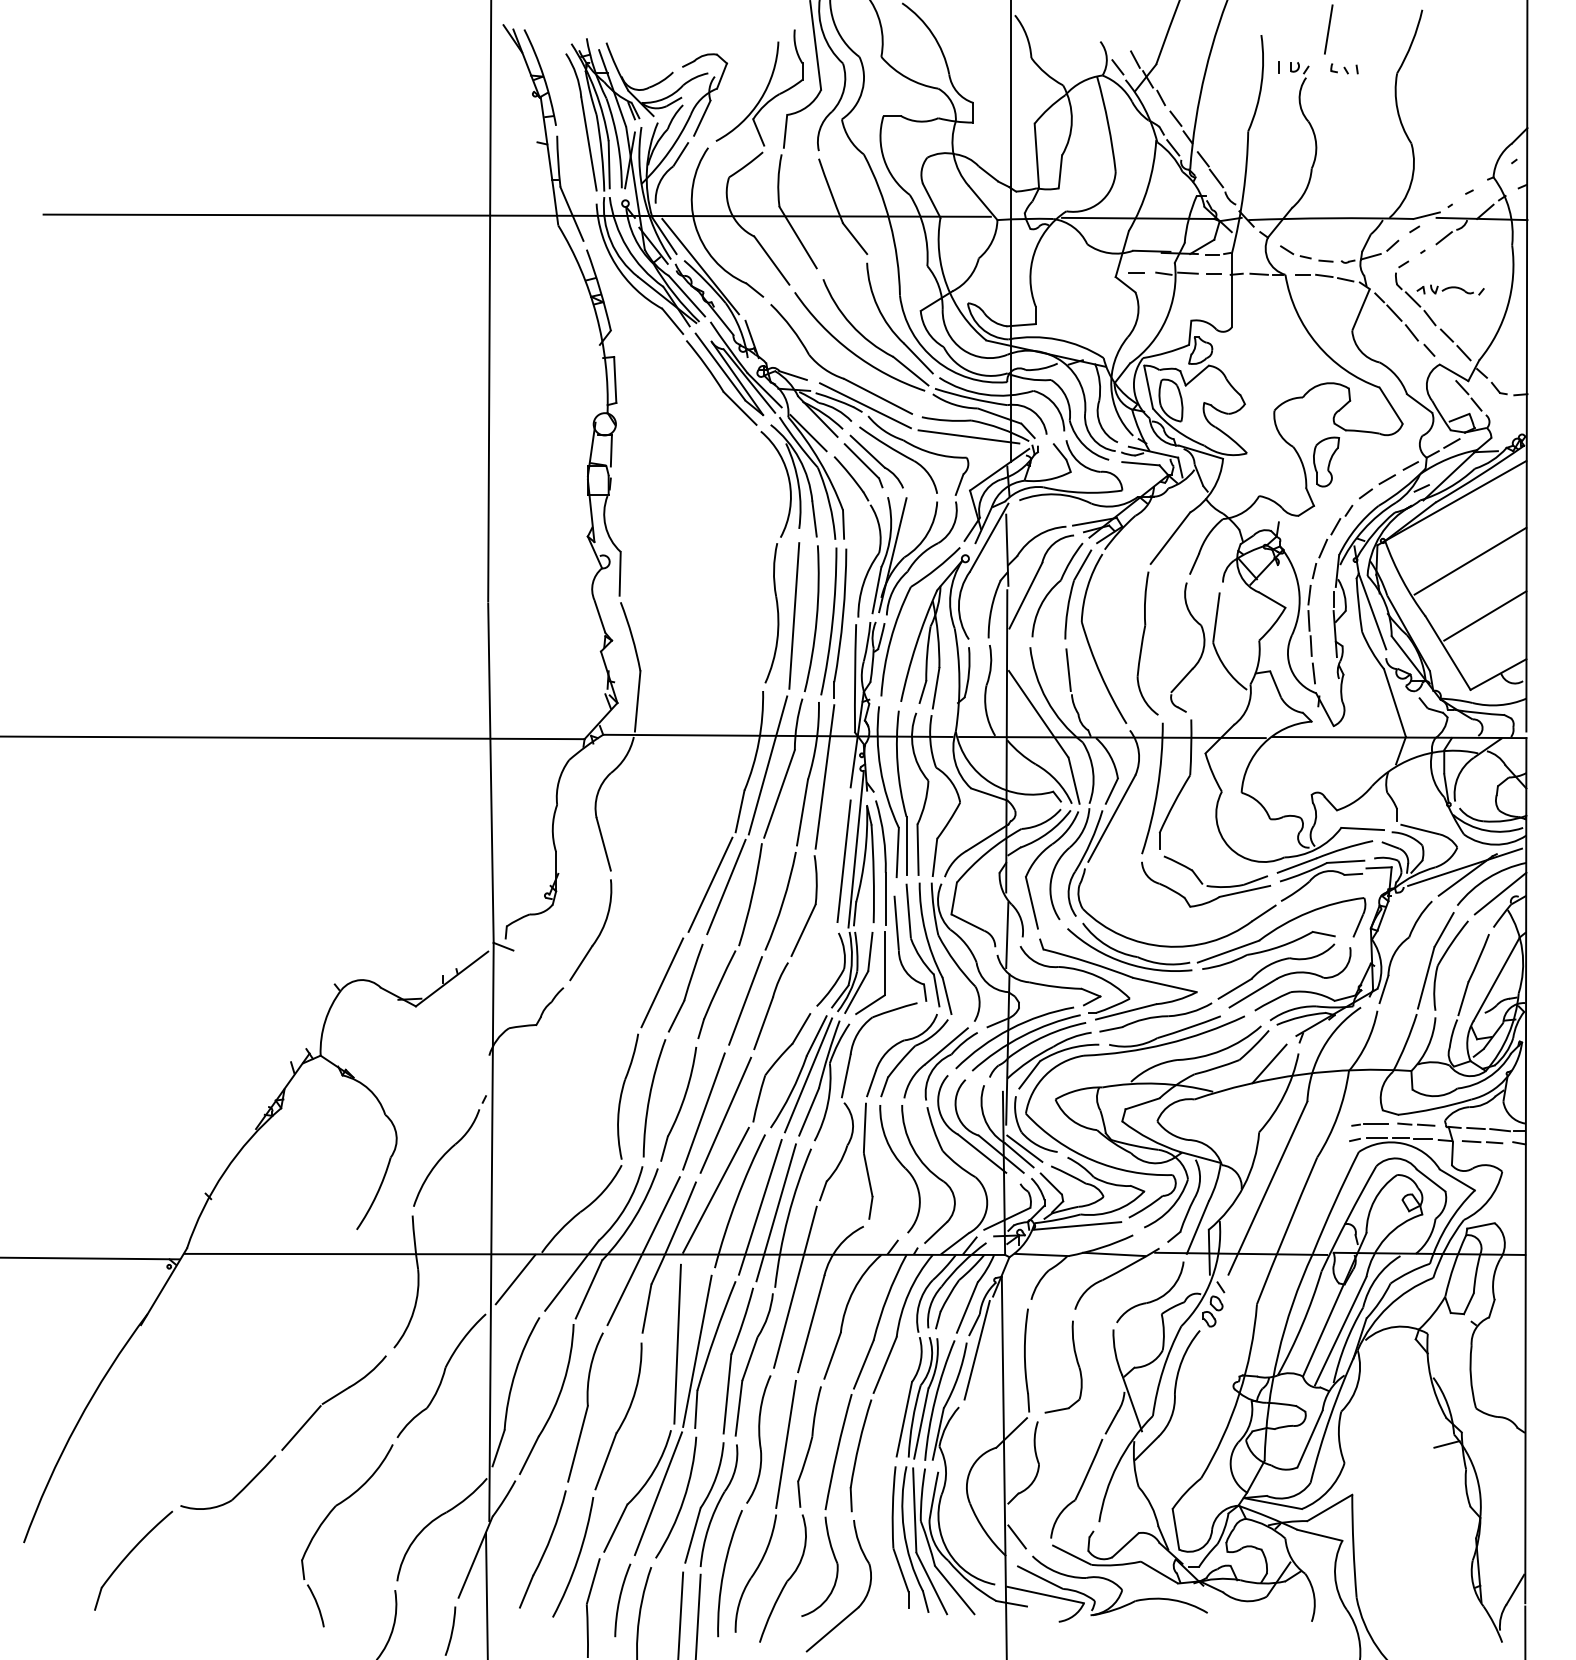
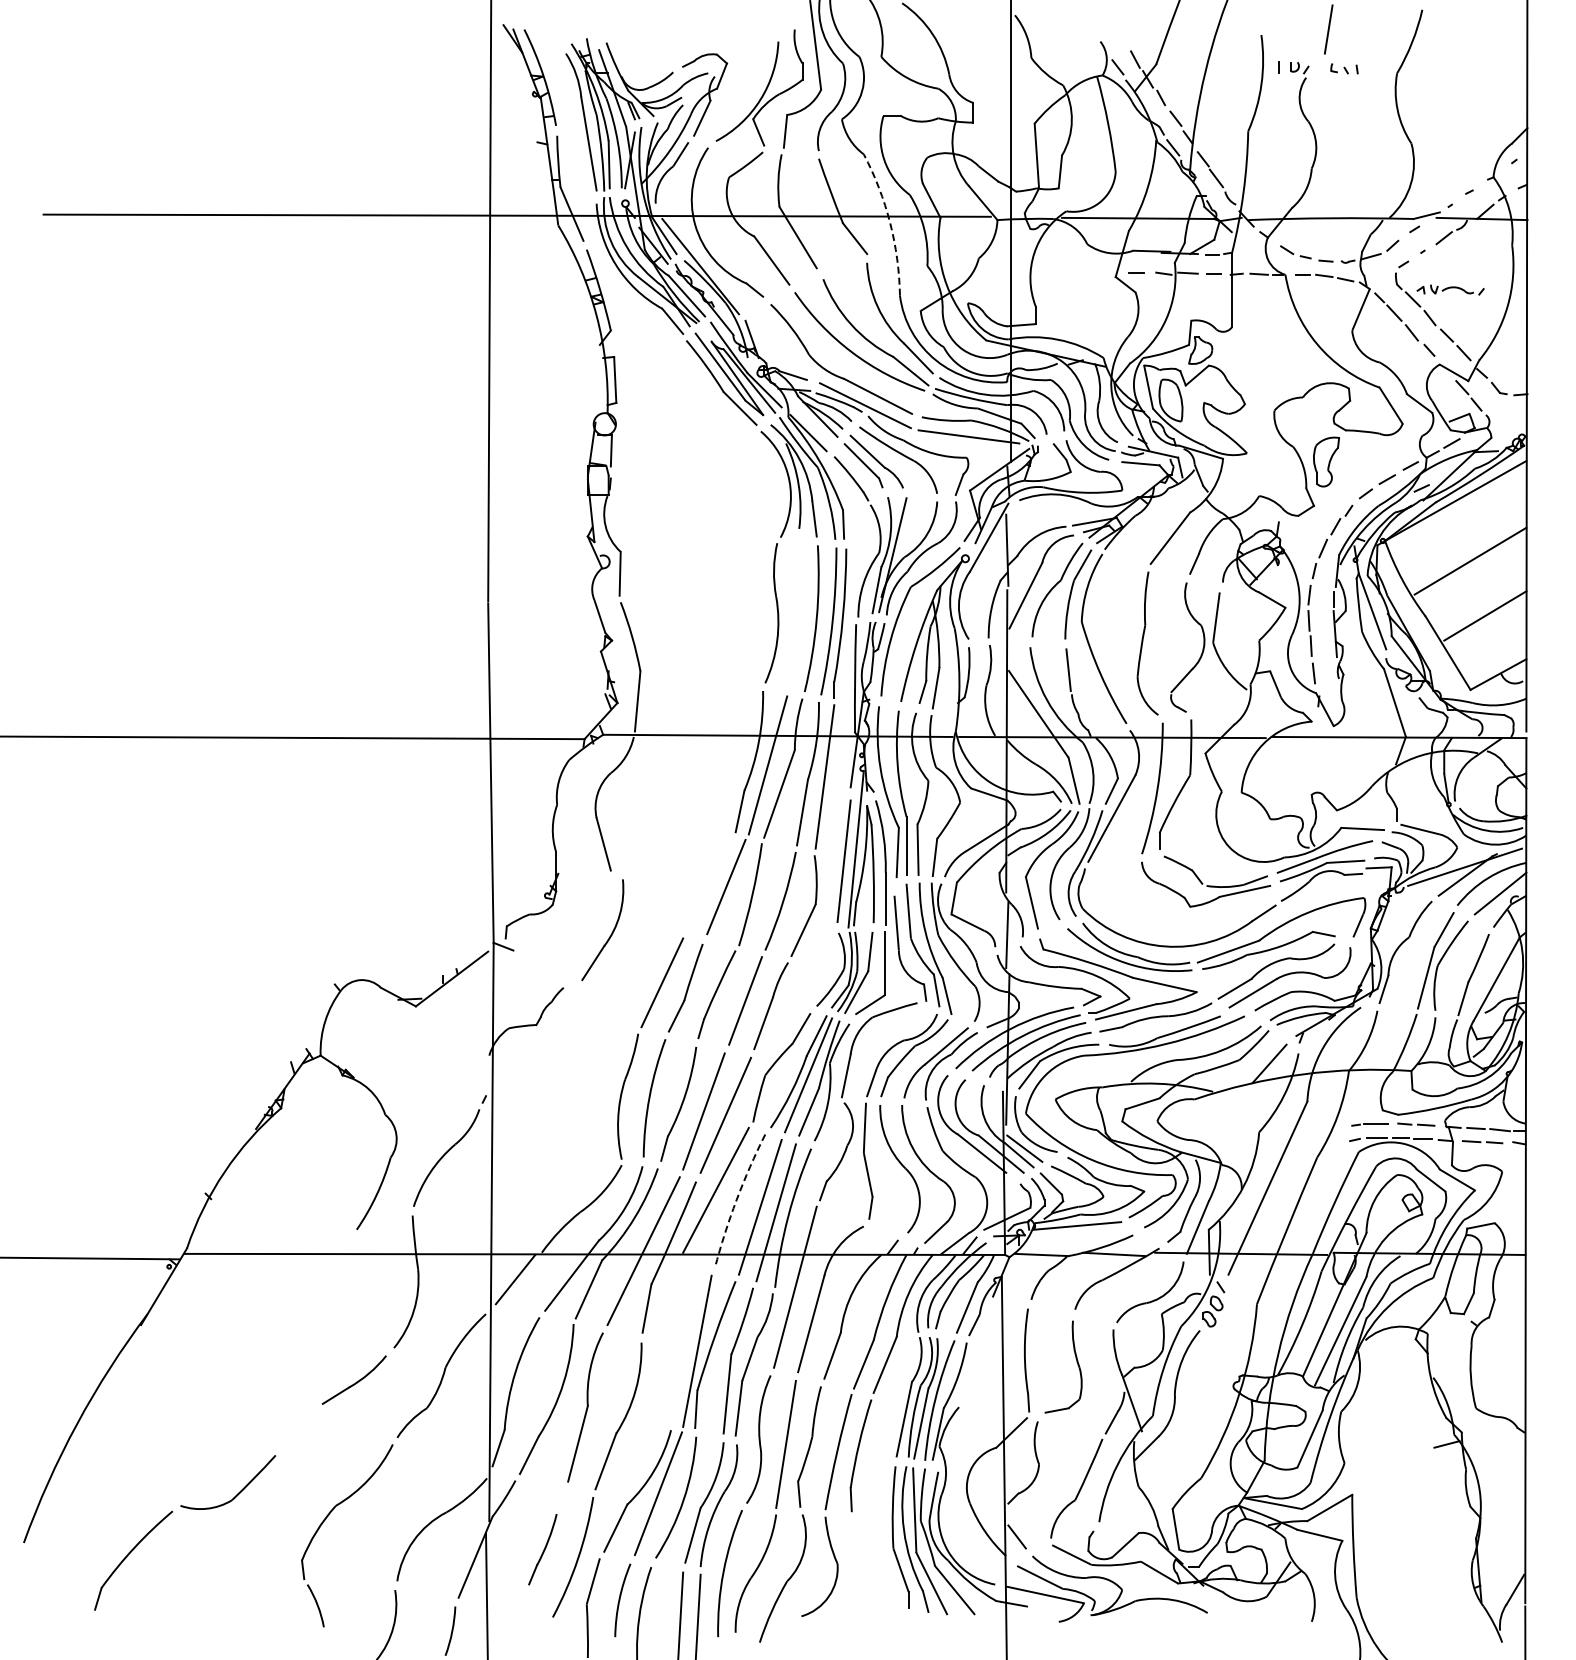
arc at (890, 222): solid -> dashed
line at (794, 615): present -> none
line at (710, 884): present -> none
part at (598, 934) position: (598, 934) -> (610, 934)
arc at (736, 1200): solid -> dashed
line at (677, 1343): present -> none
line at (976, 1349): present -> none
line at (301, 1427): present -> none
part at (542, 1549) size: 48x119 px -> 30x72 px
part at (857, 1606): present -> none
